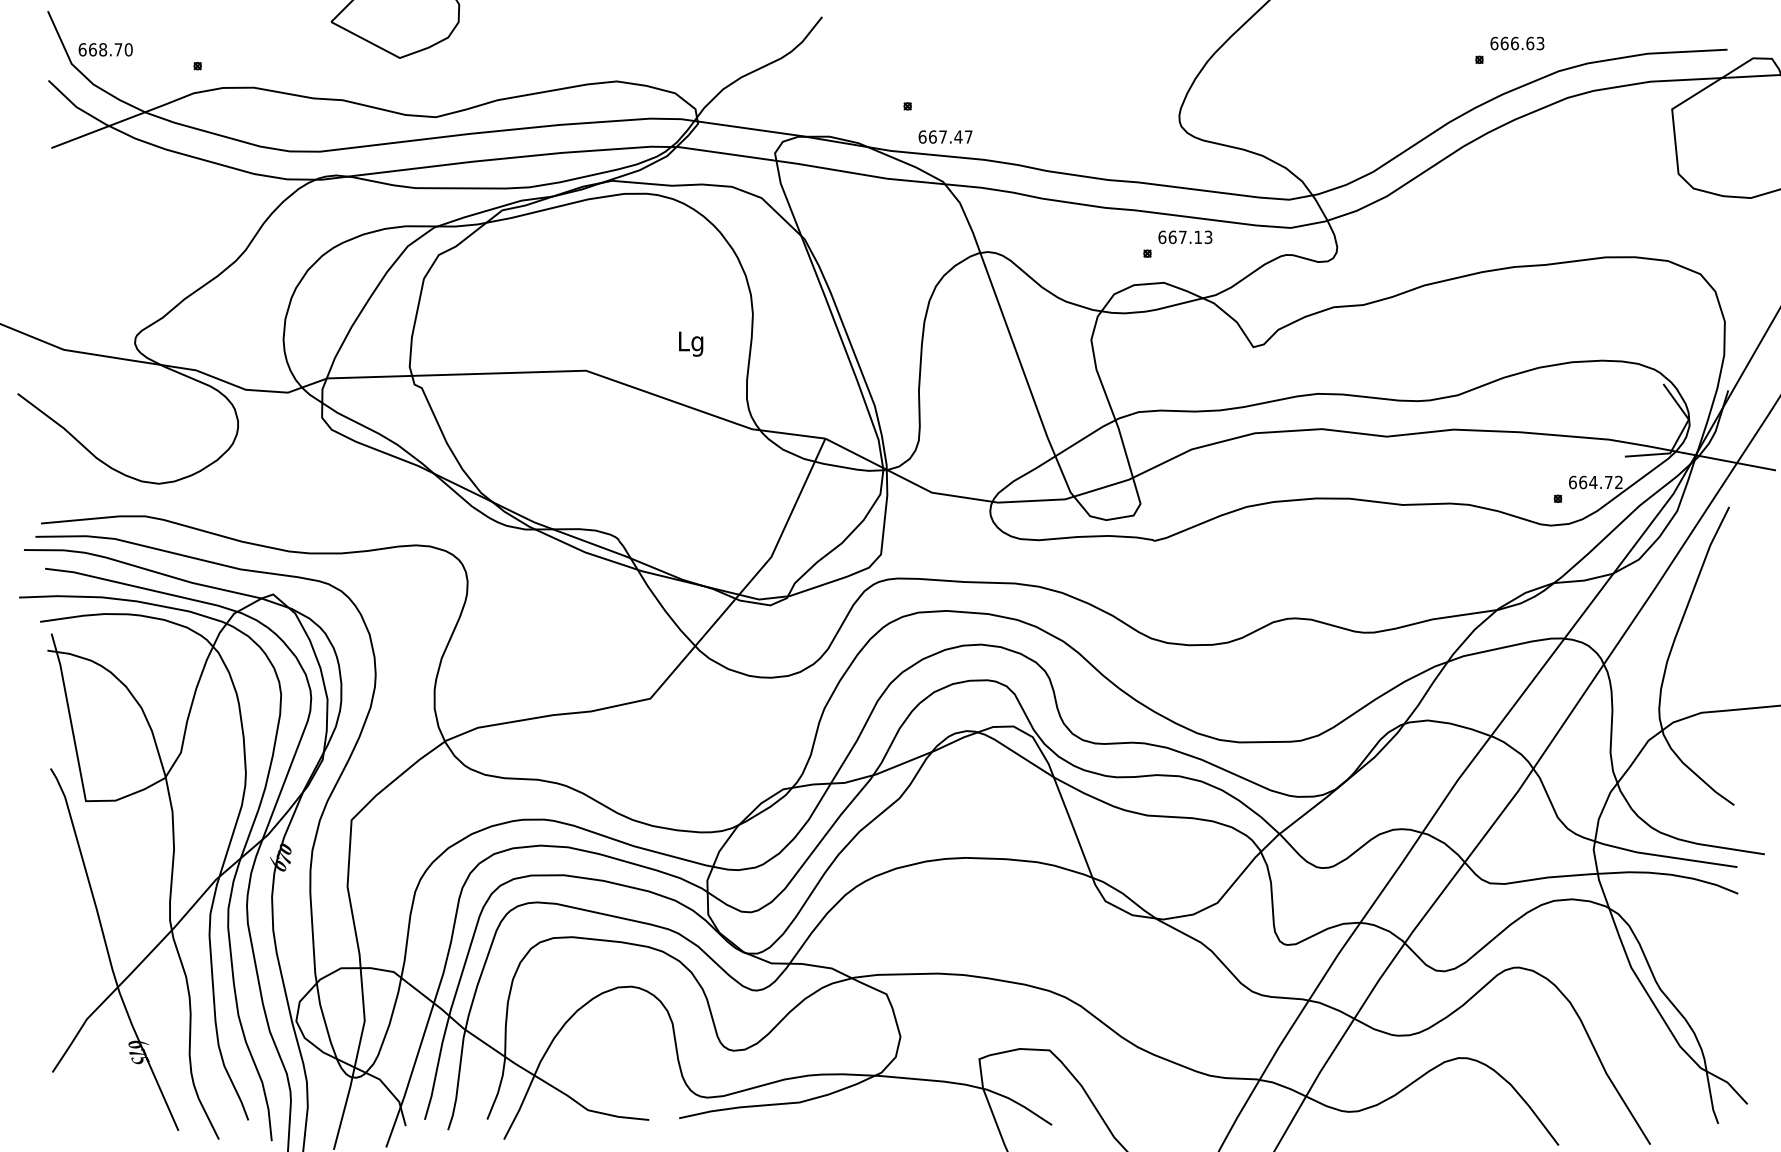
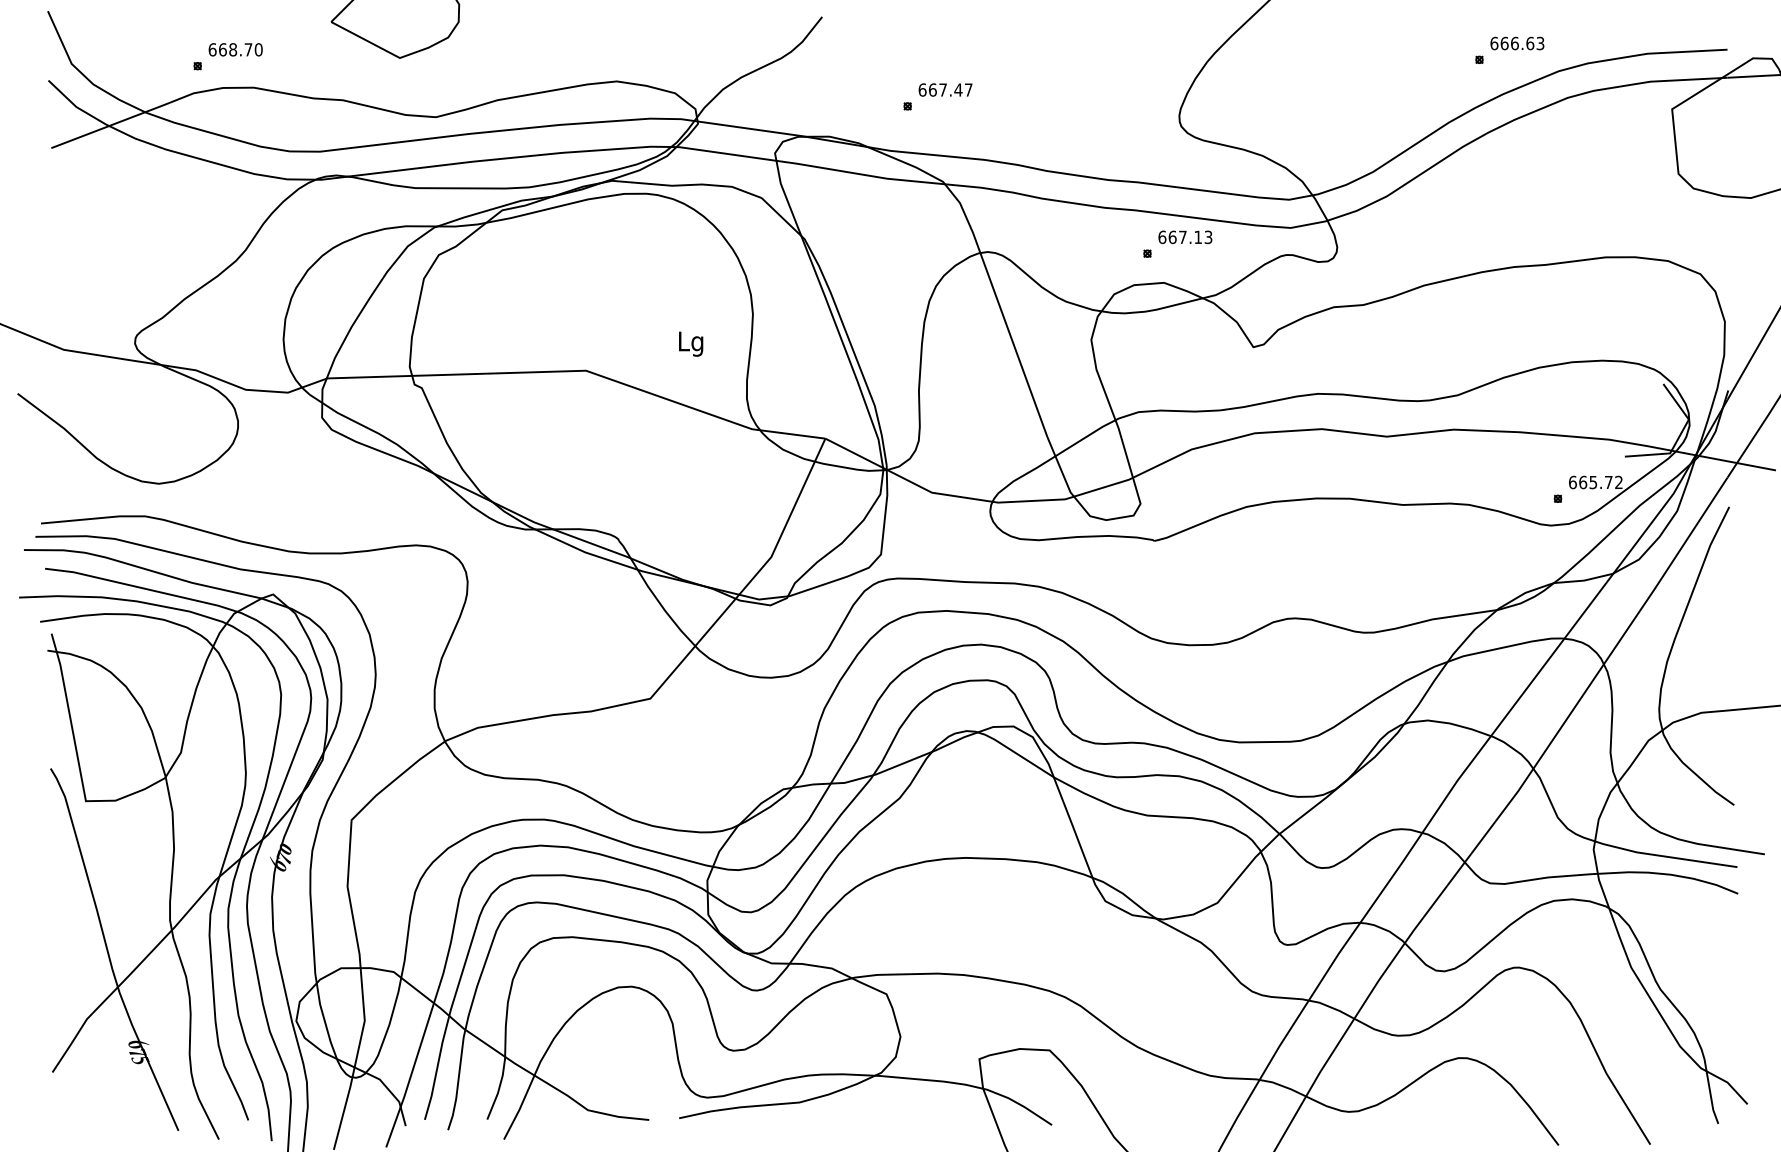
text at (105, 49) position: (105, 49) -> (235, 49)
text at (945, 136) position: (945, 136) -> (945, 89)
text at (1593, 482): 664.72 -> 665.72
